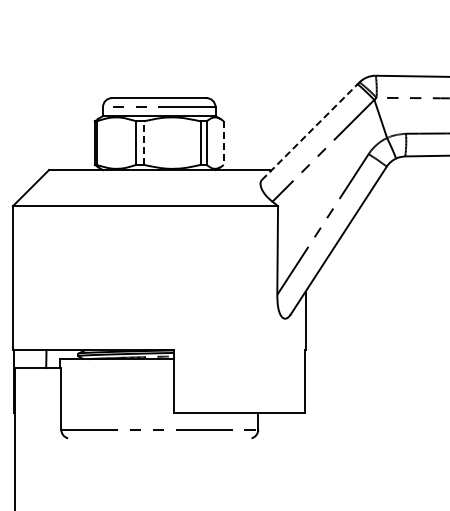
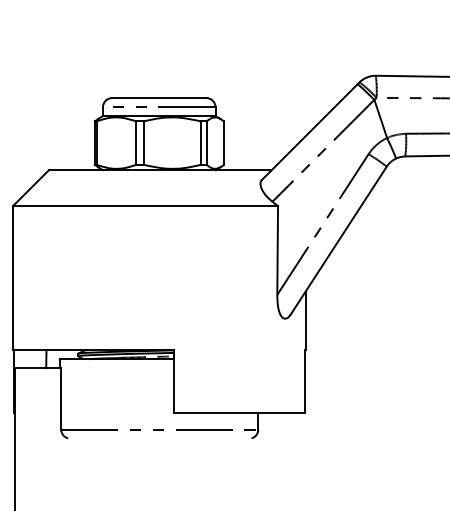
line at (309, 132): dashed -> solid
line at (144, 143): dashed -> solid
line at (223, 143): dashed -> solid
